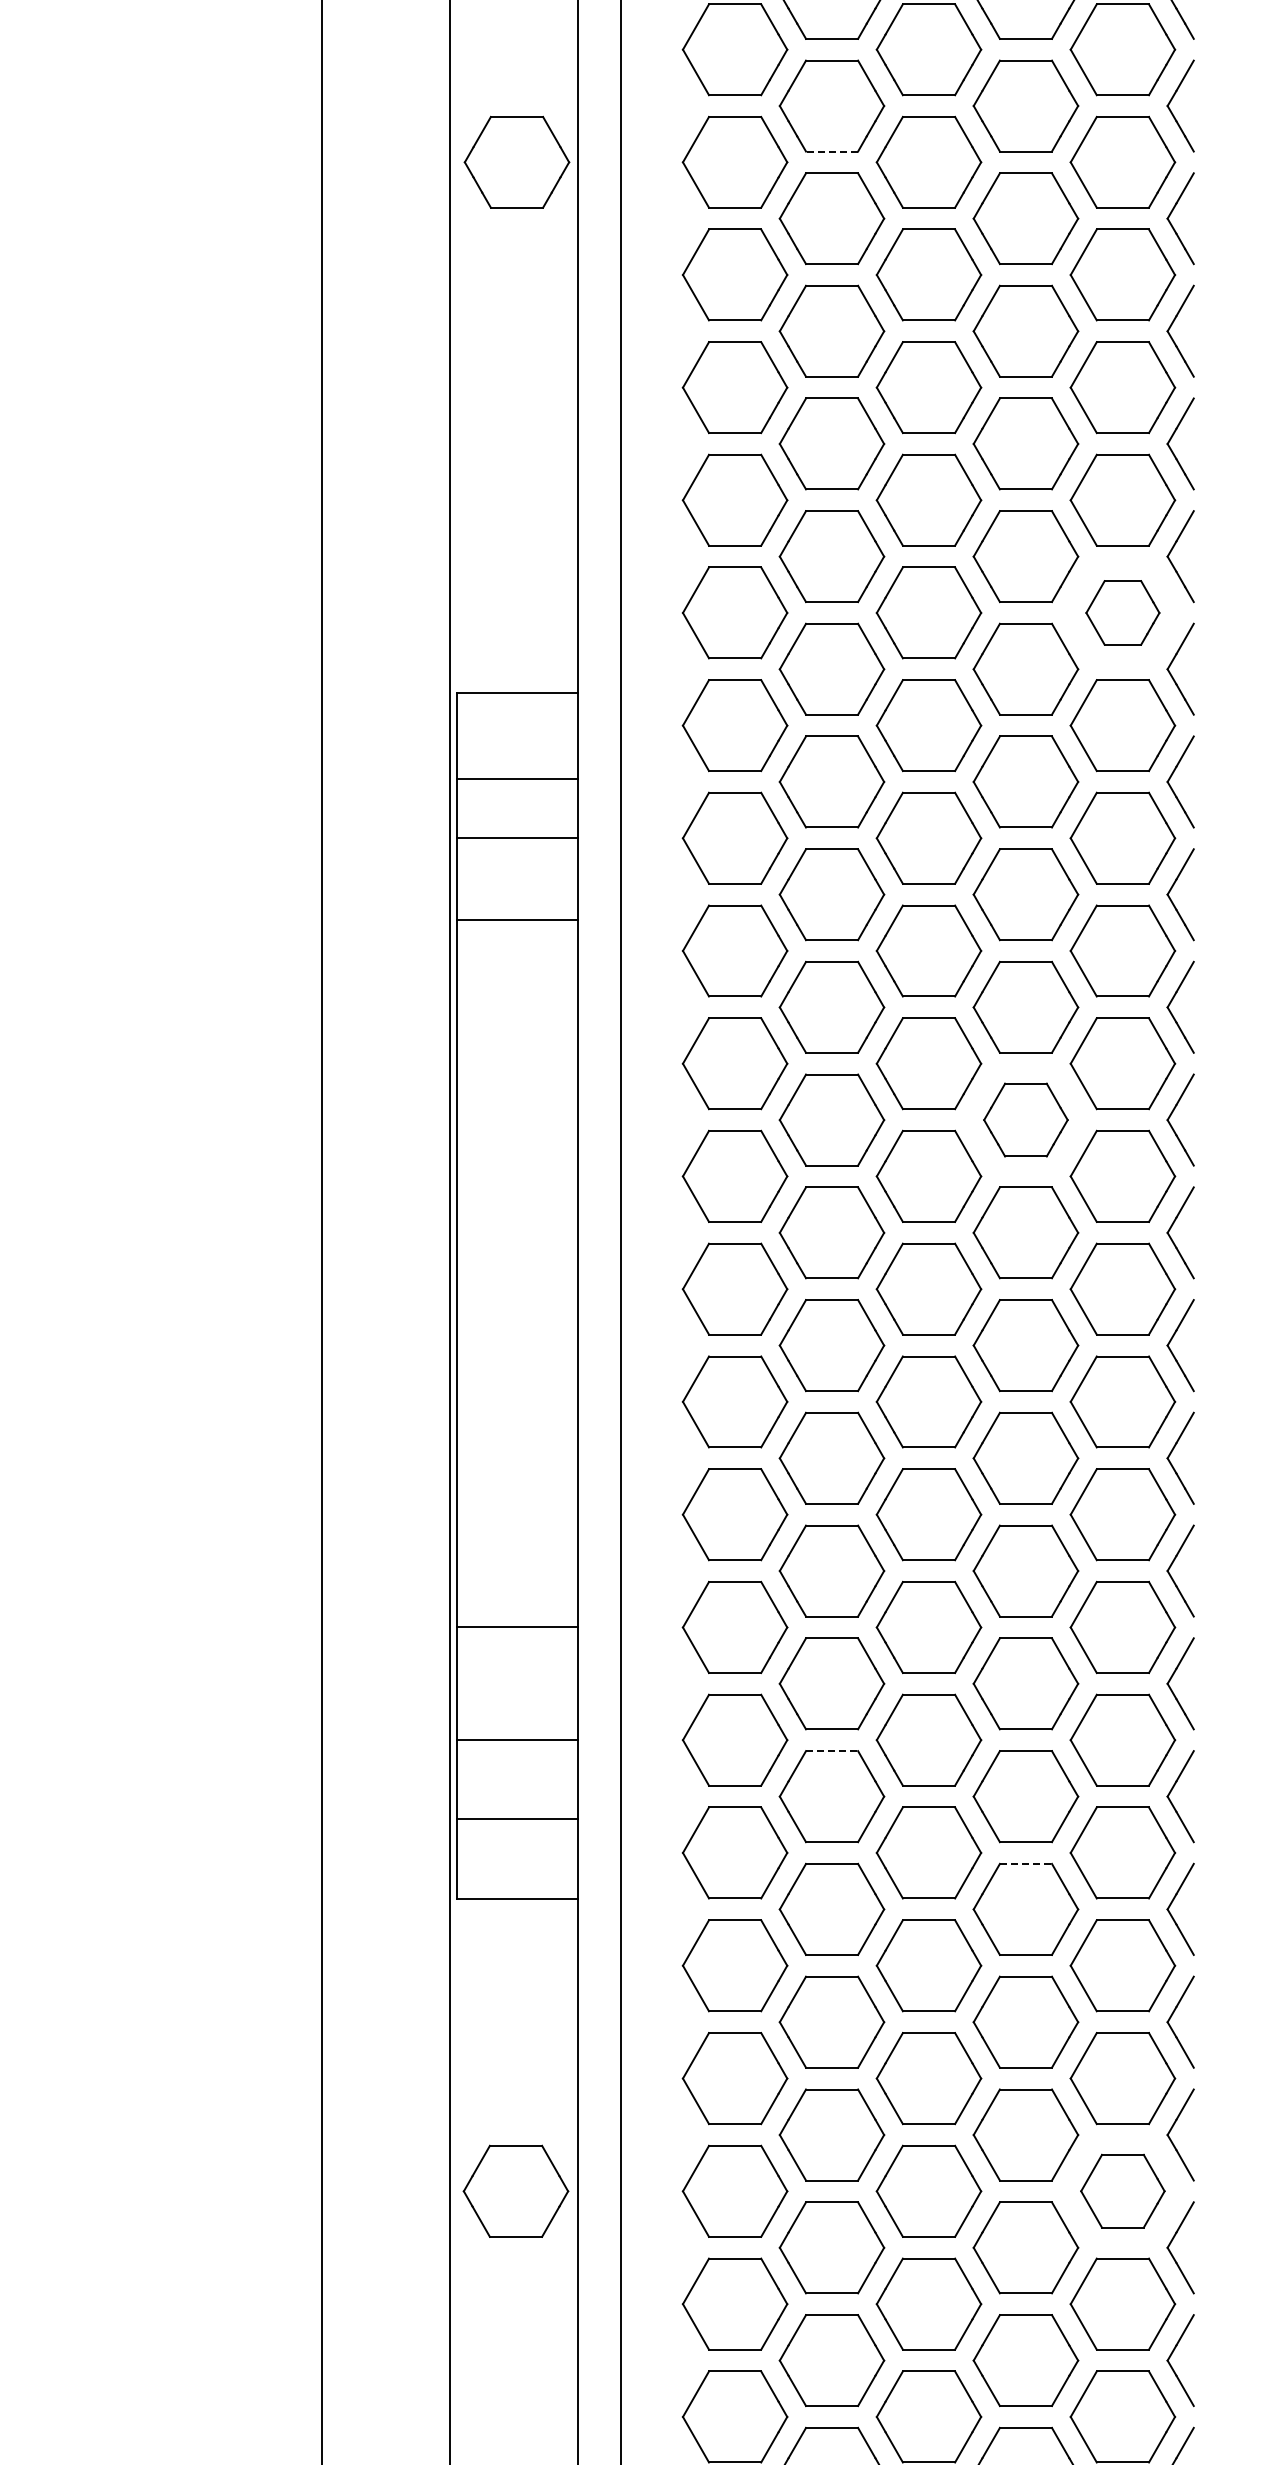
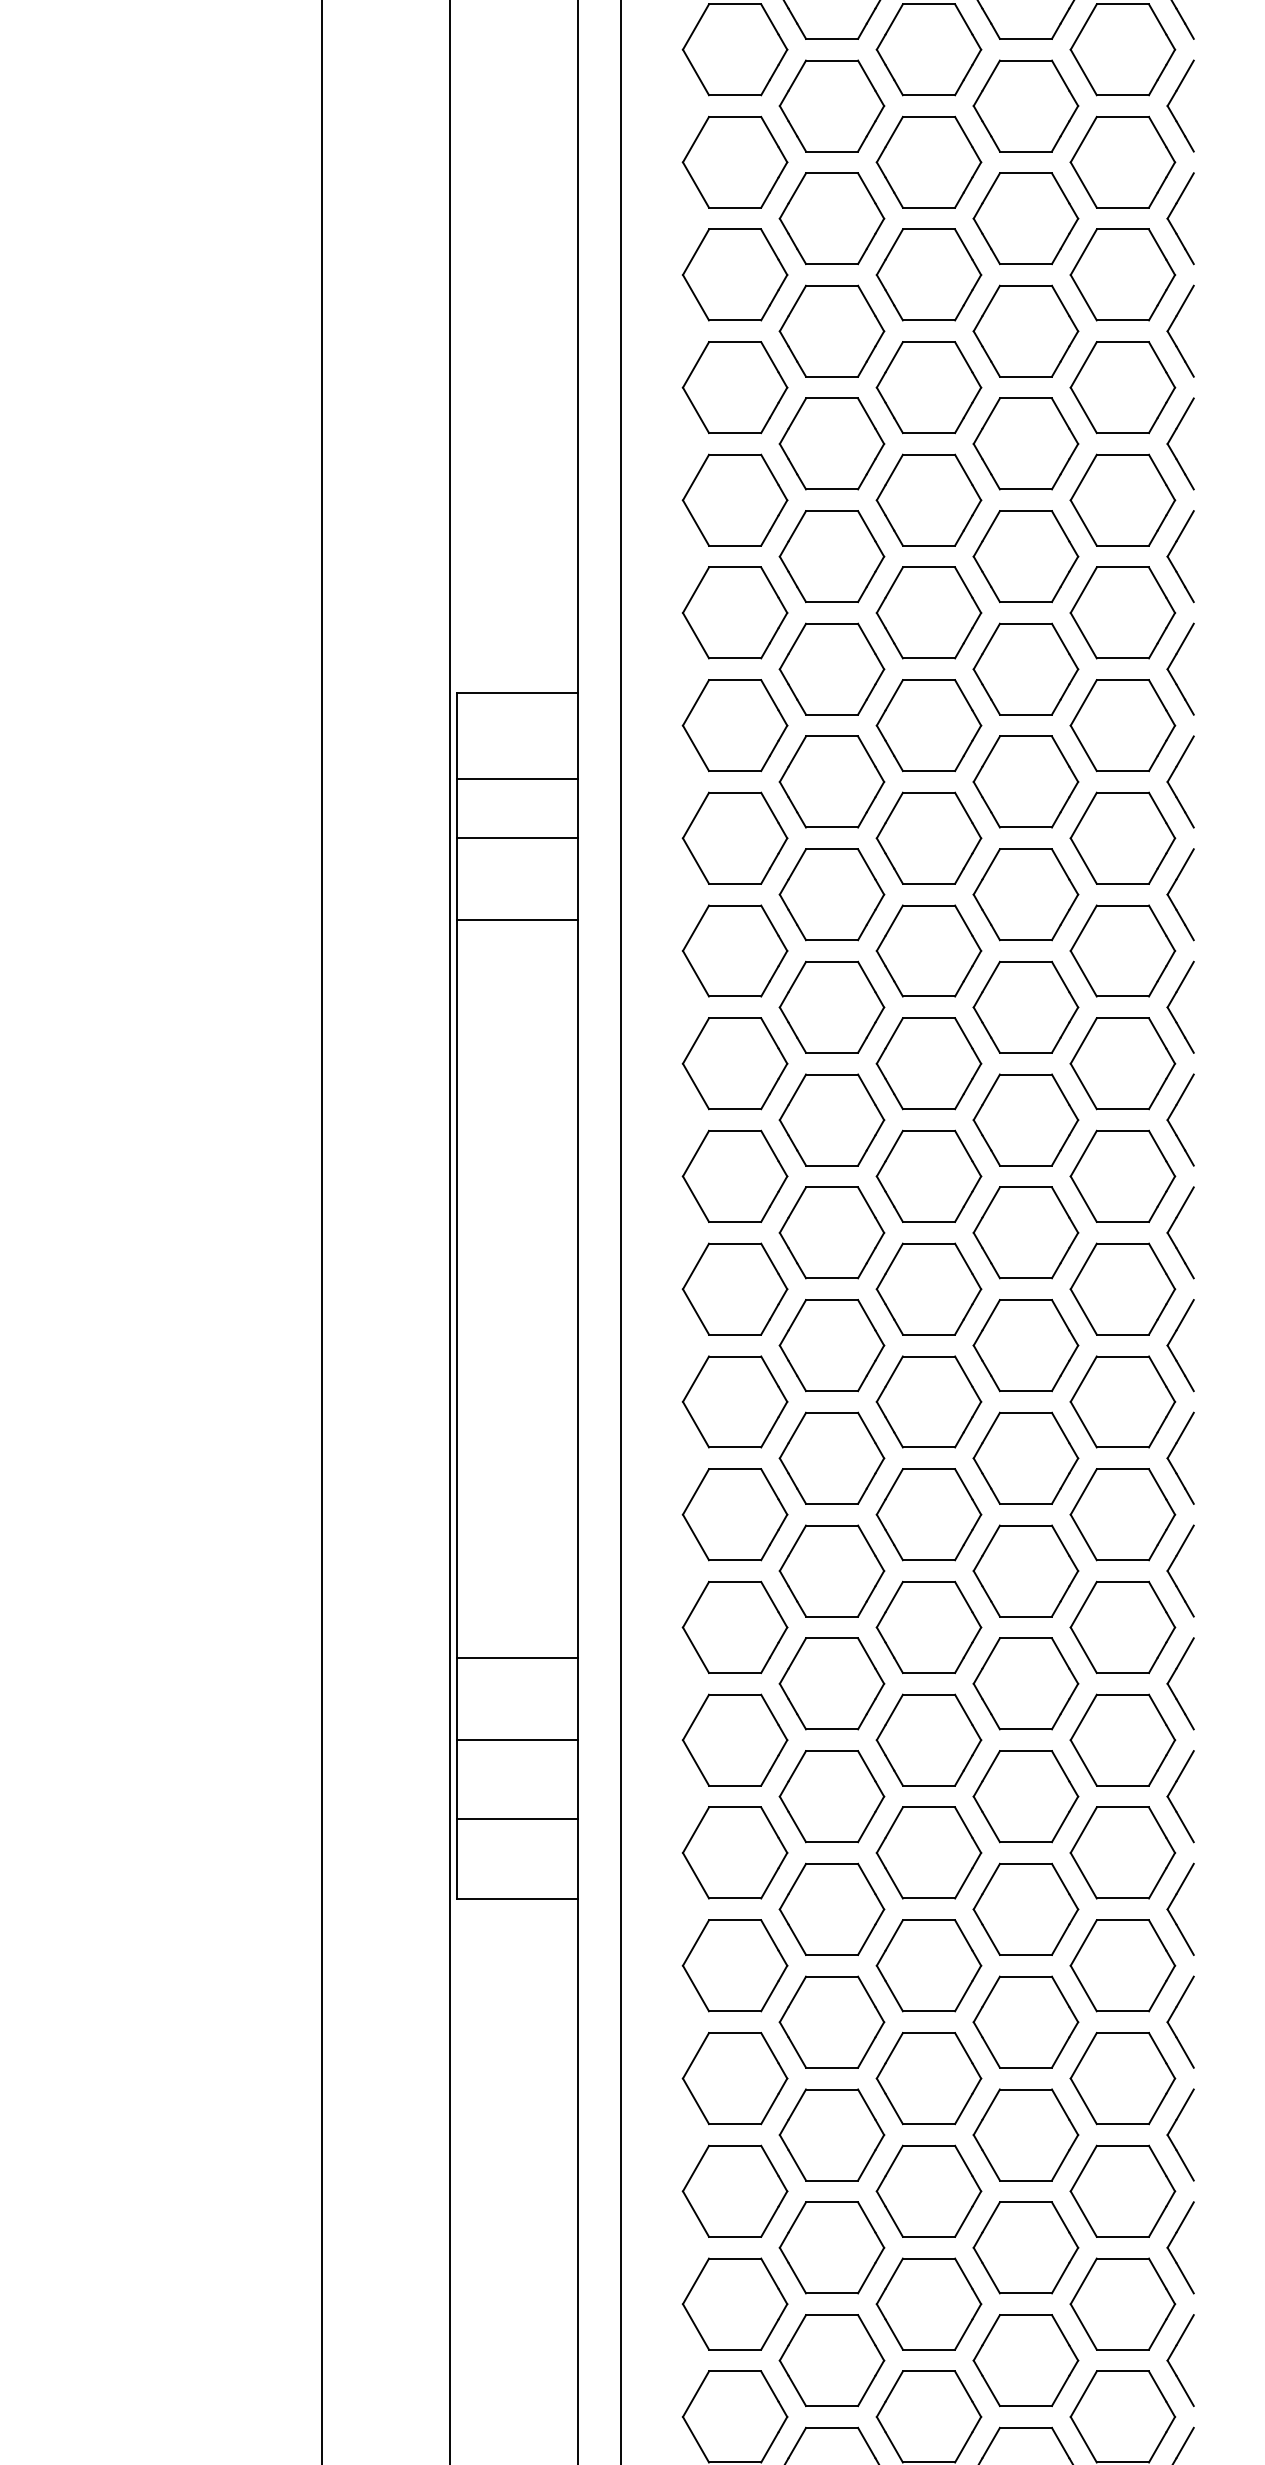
line at (831, 151): dashed -> solid
part at (516, 161): present -> none
part at (1122, 612) size: 76x66 px -> 108x94 px
part at (1025, 1119) size: 86x76 px -> 108x94 px
line at (516, 1627) position: (516, 1627) -> (516, 1658)
line at (832, 1751): dashed -> solid
line at (1026, 1863): dashed -> solid
part at (515, 2190): present -> none
part at (1122, 2190) size: 86x76 px -> 108x94 px
